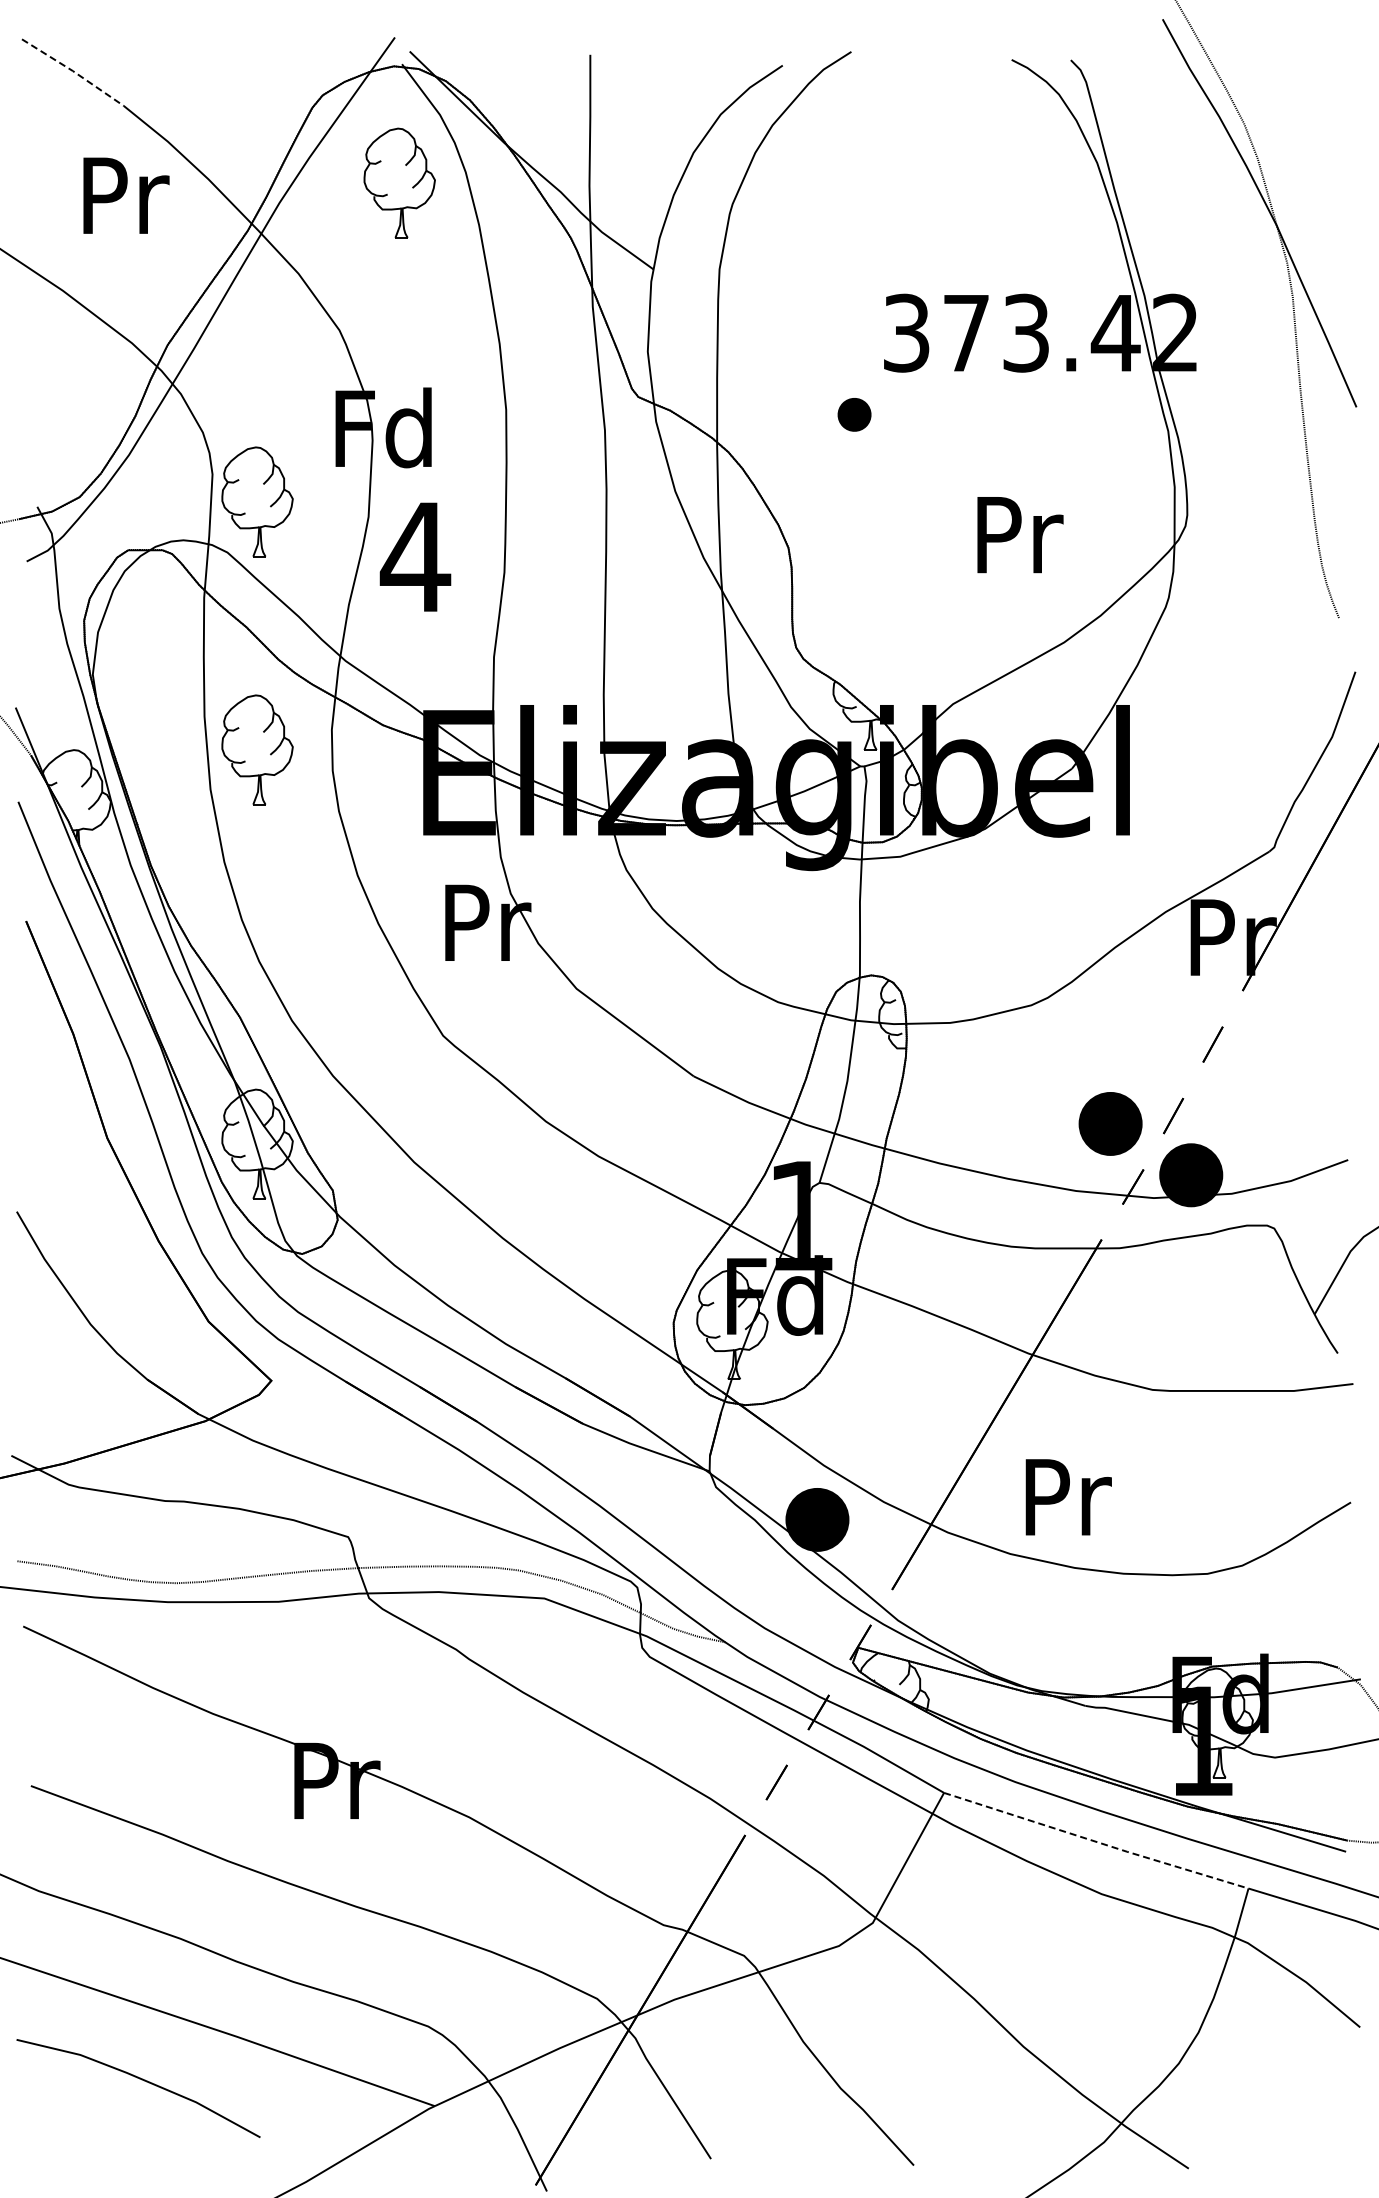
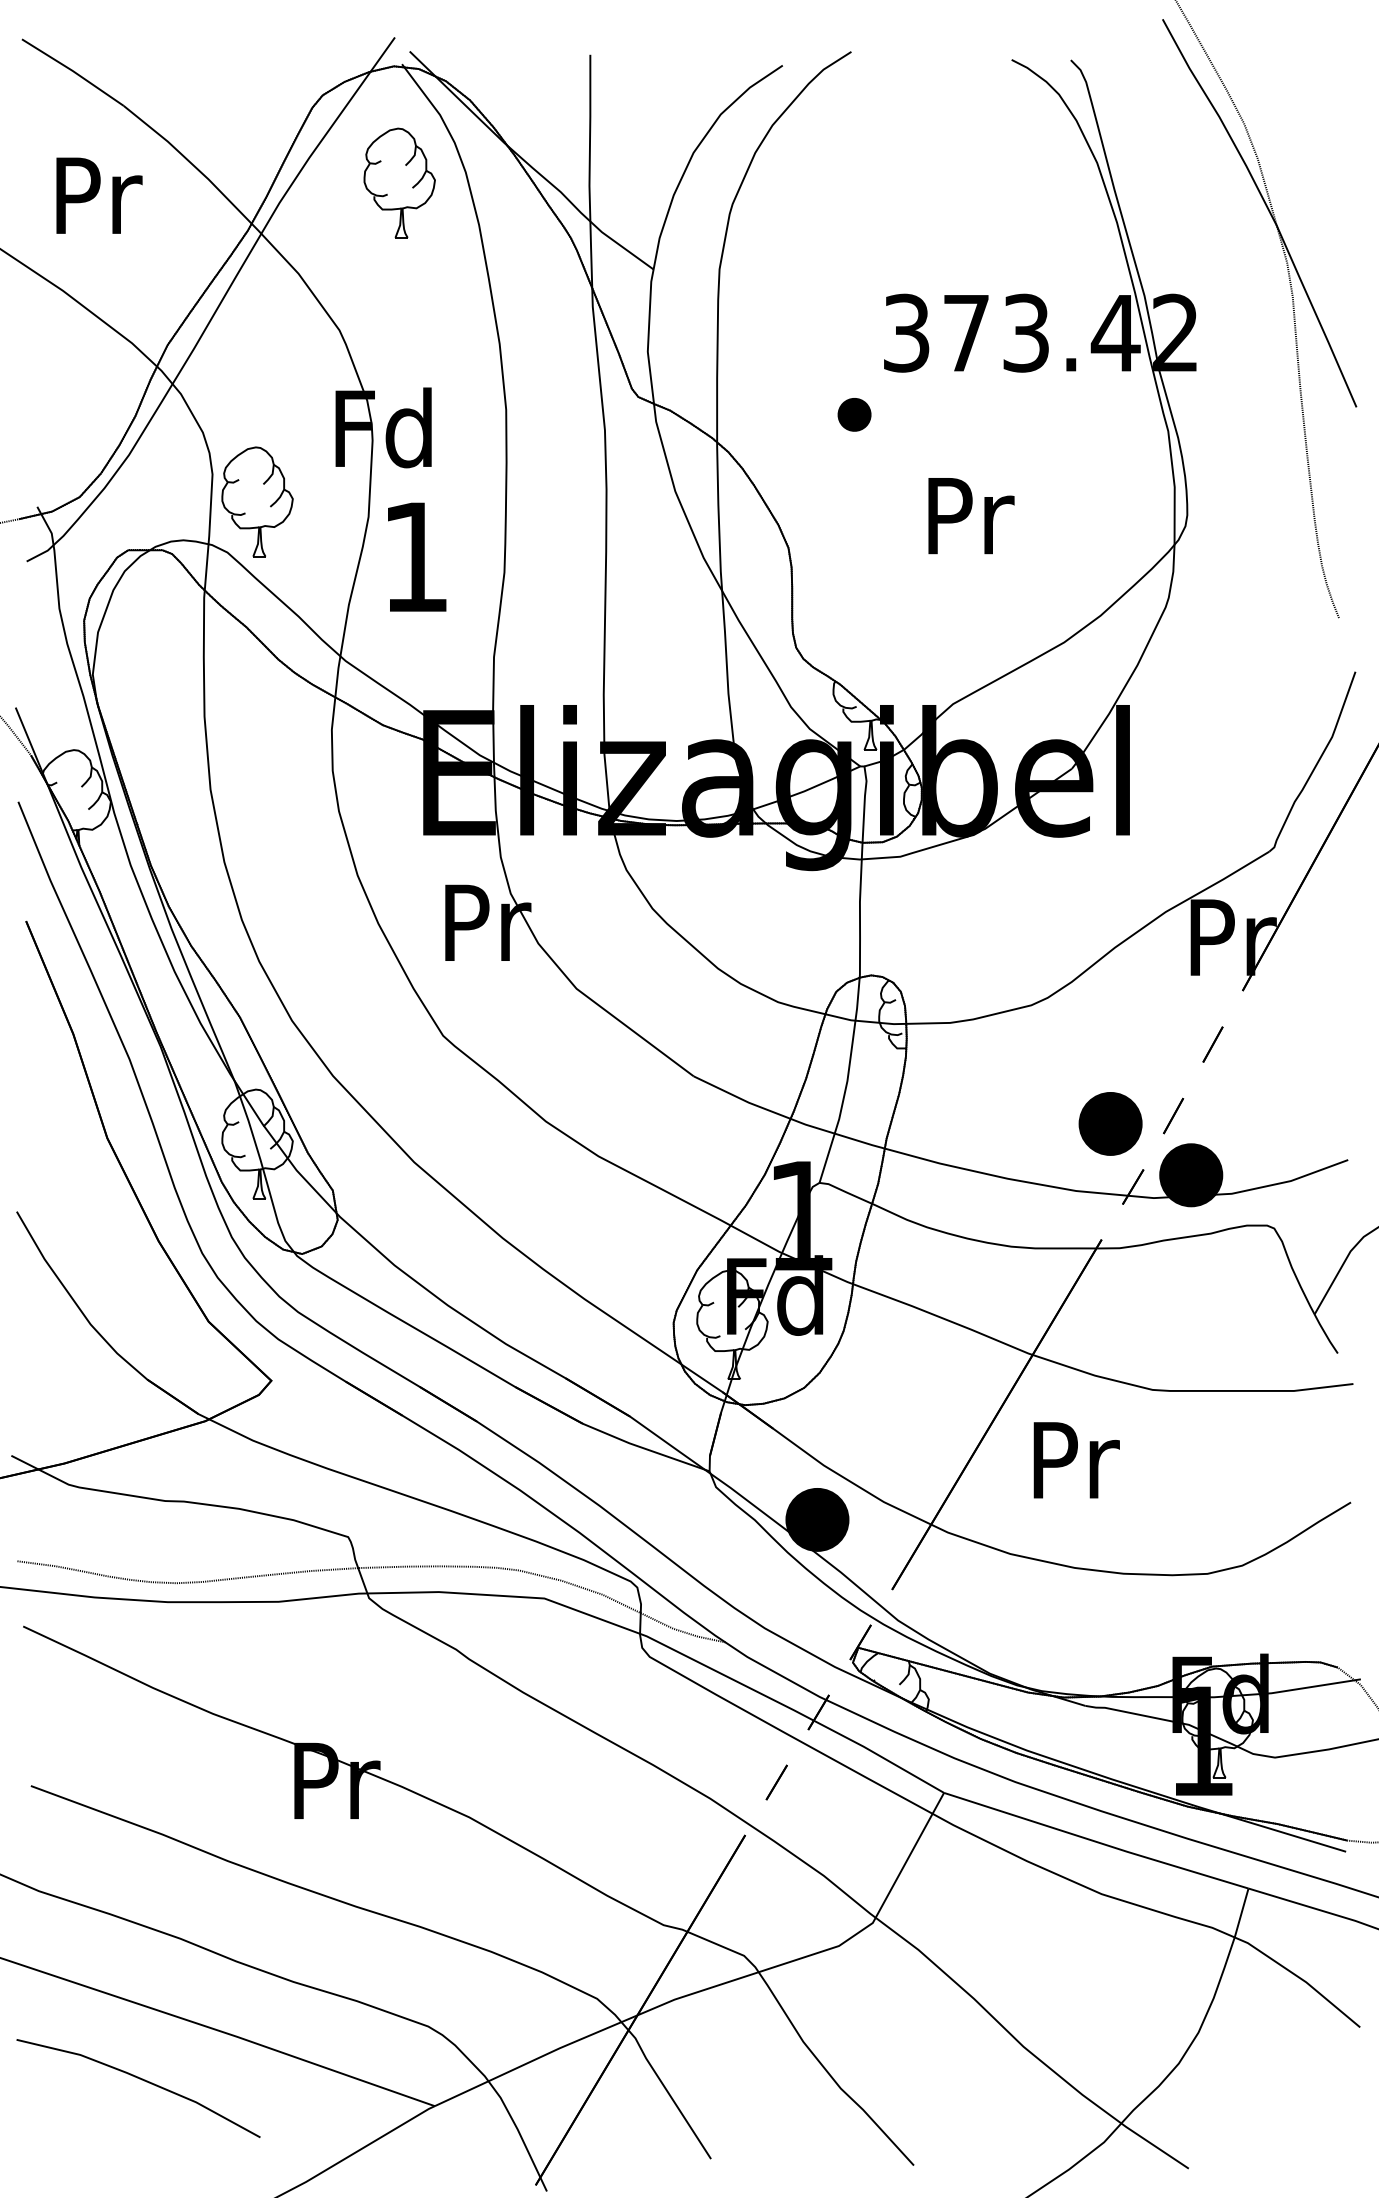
line at (73, 71): dashed -> solid
text at (126, 195) position: (126, 195) -> (99, 195)
text at (1020, 535) position: (1020, 535) -> (971, 516)
text at (415, 556): 4 -> 1
part at (257, 749): present -> none
text at (1068, 1497) position: (1068, 1497) -> (1076, 1460)
line at (1096, 1842): dashed -> solid
